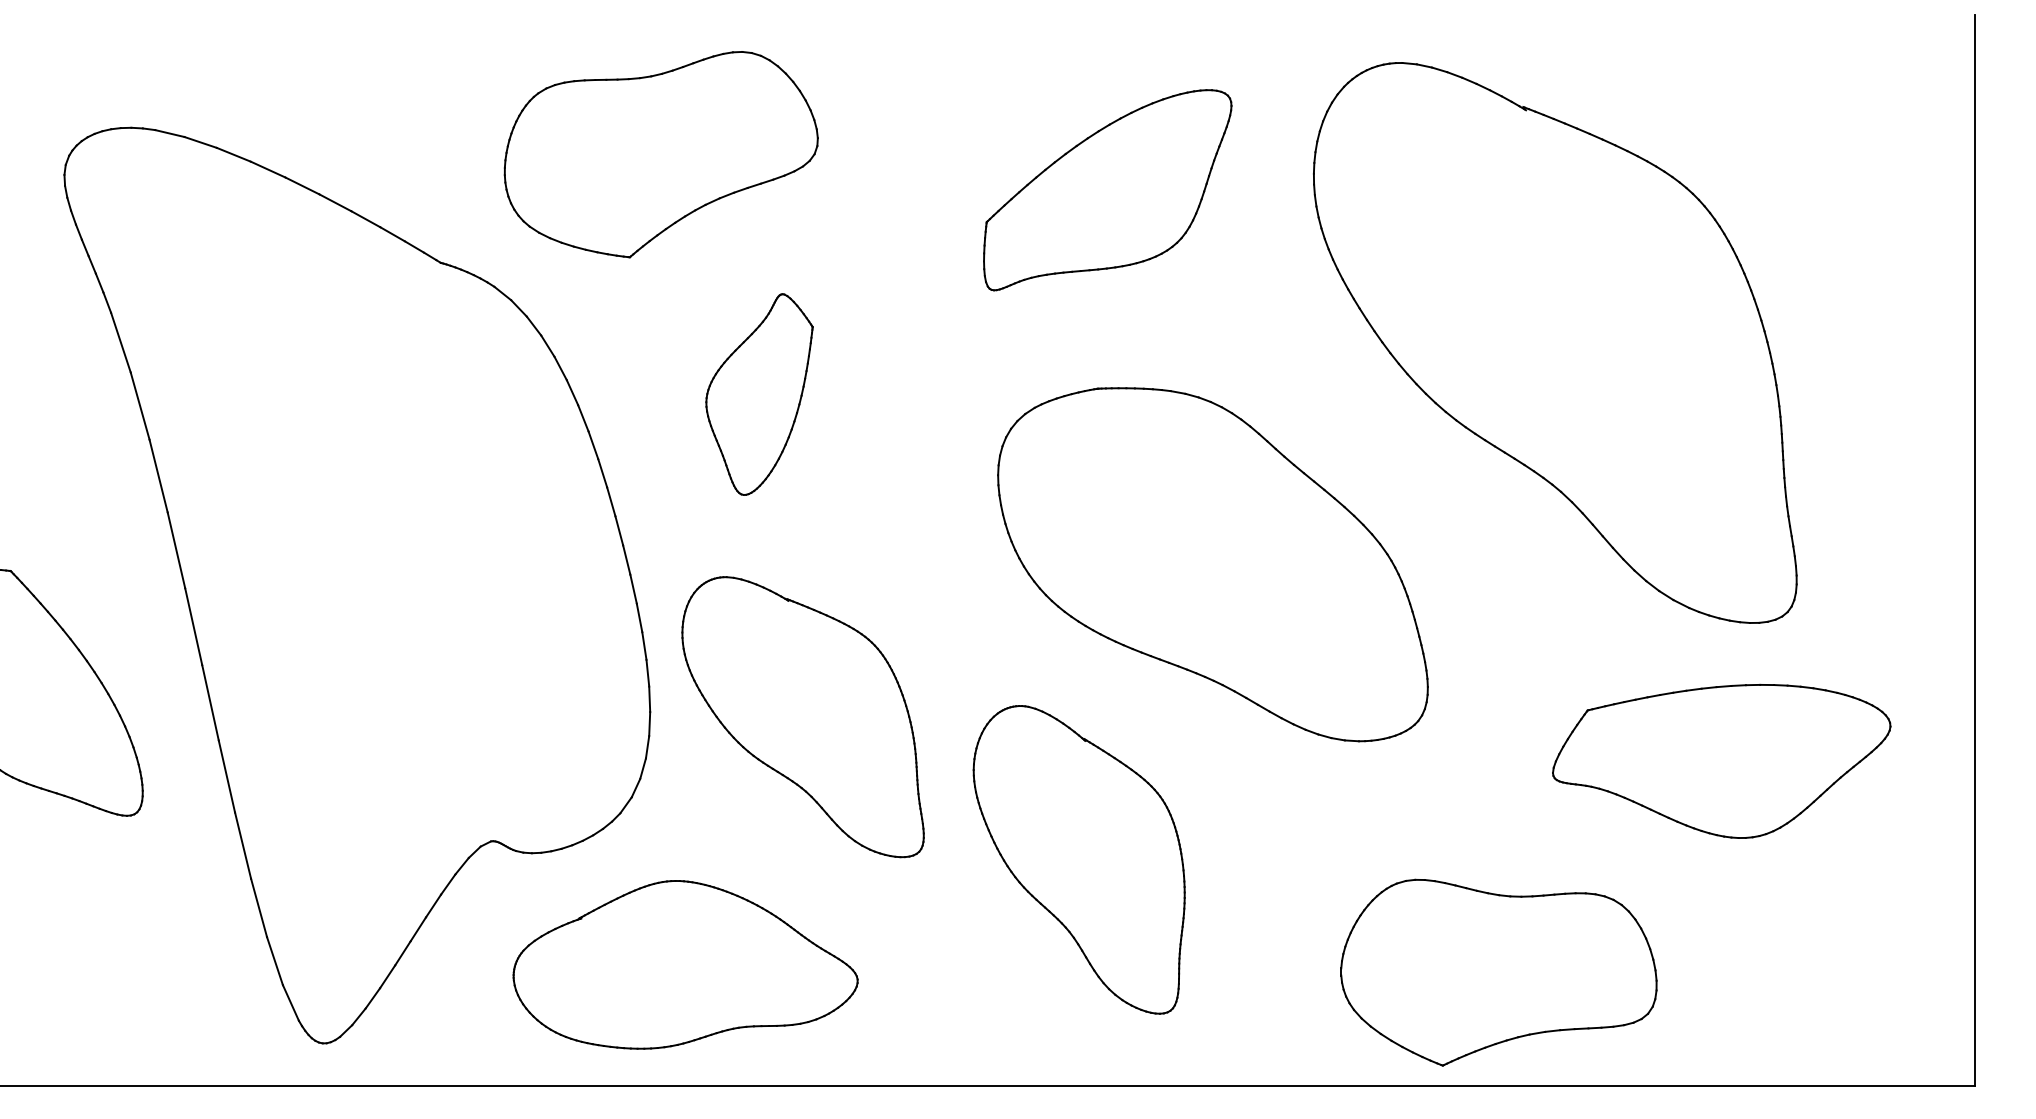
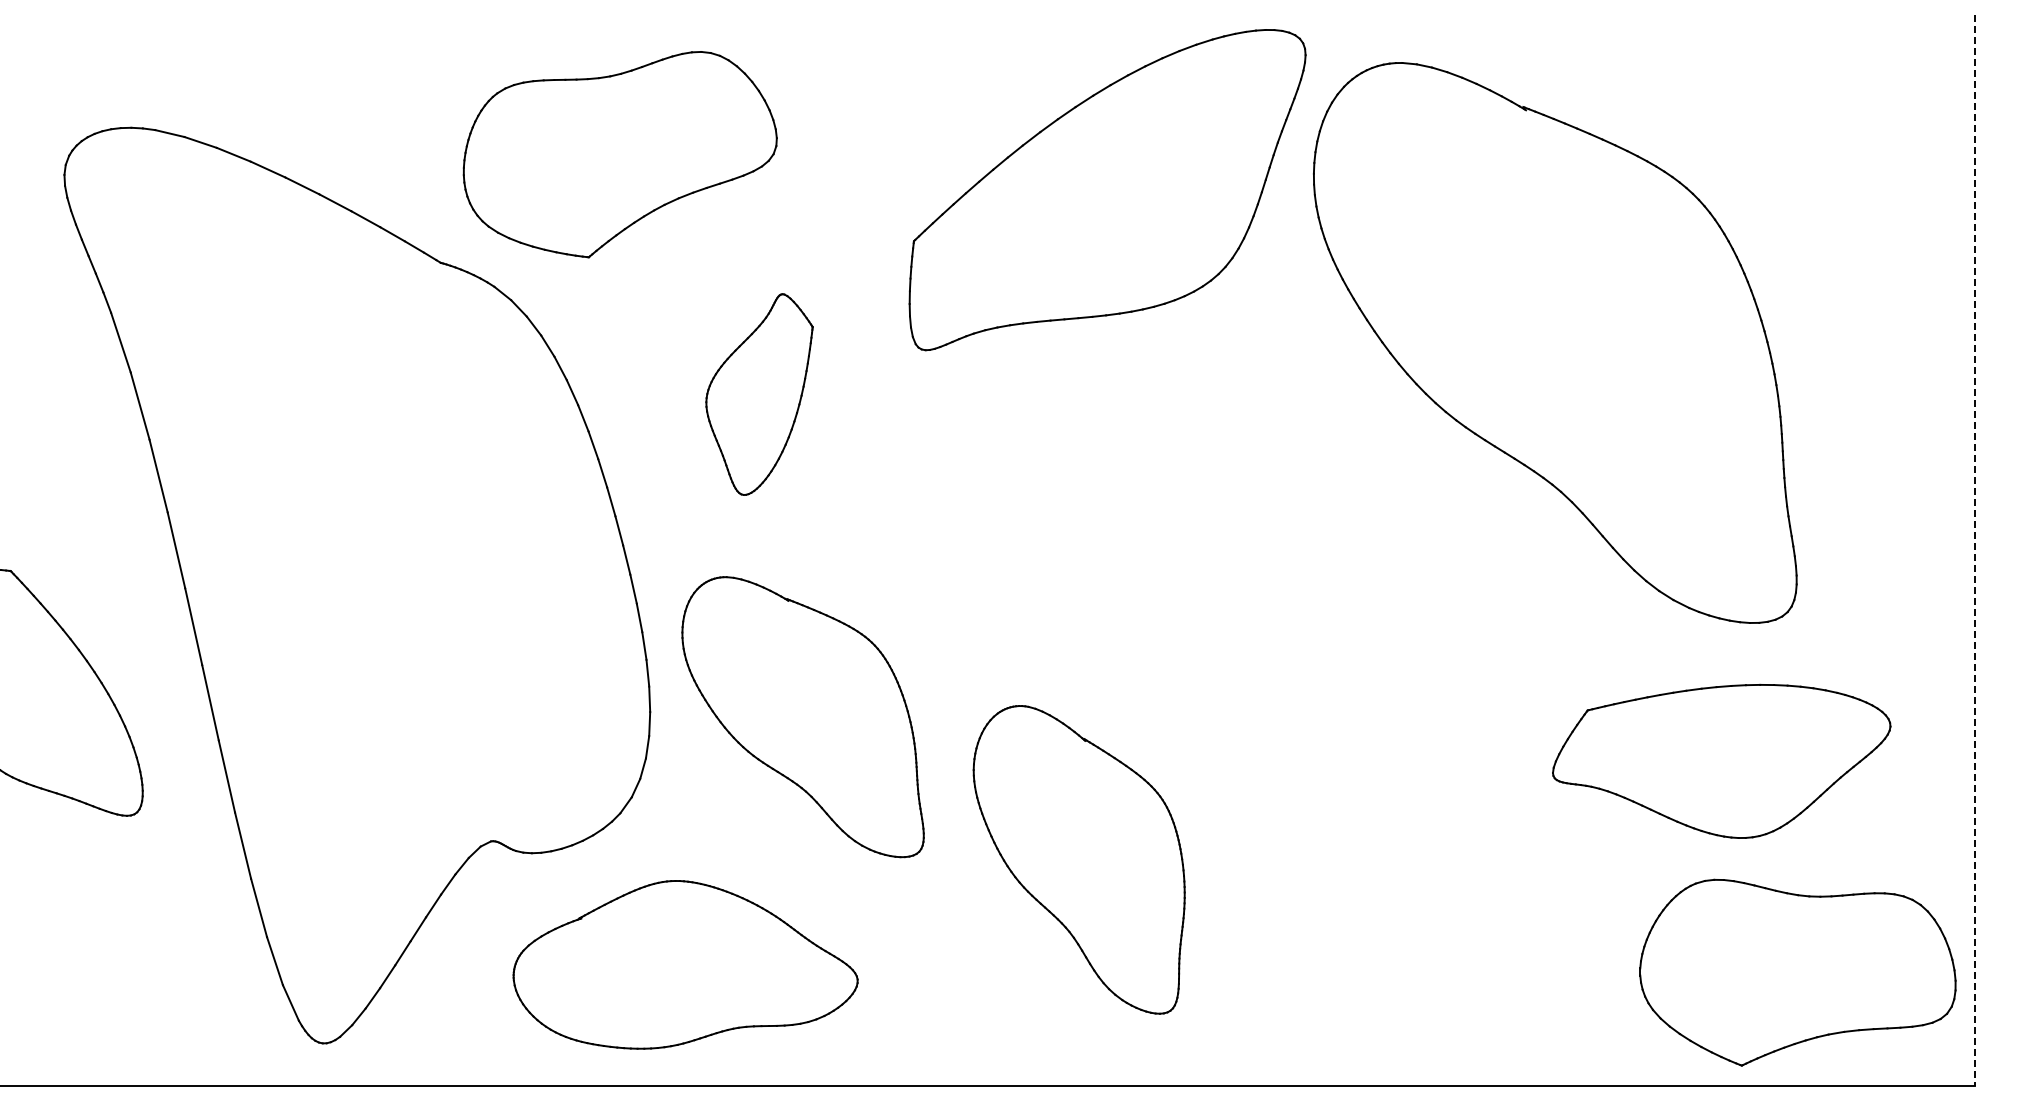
part at (660, 154) position: (660, 154) -> (619, 154)
part at (1107, 190) size: 250x203 px -> 399x323 px
line at (1974, 550): solid -> dashed
part at (1212, 564): present -> none
part at (1498, 972) position: (1498, 972) -> (1797, 972)
